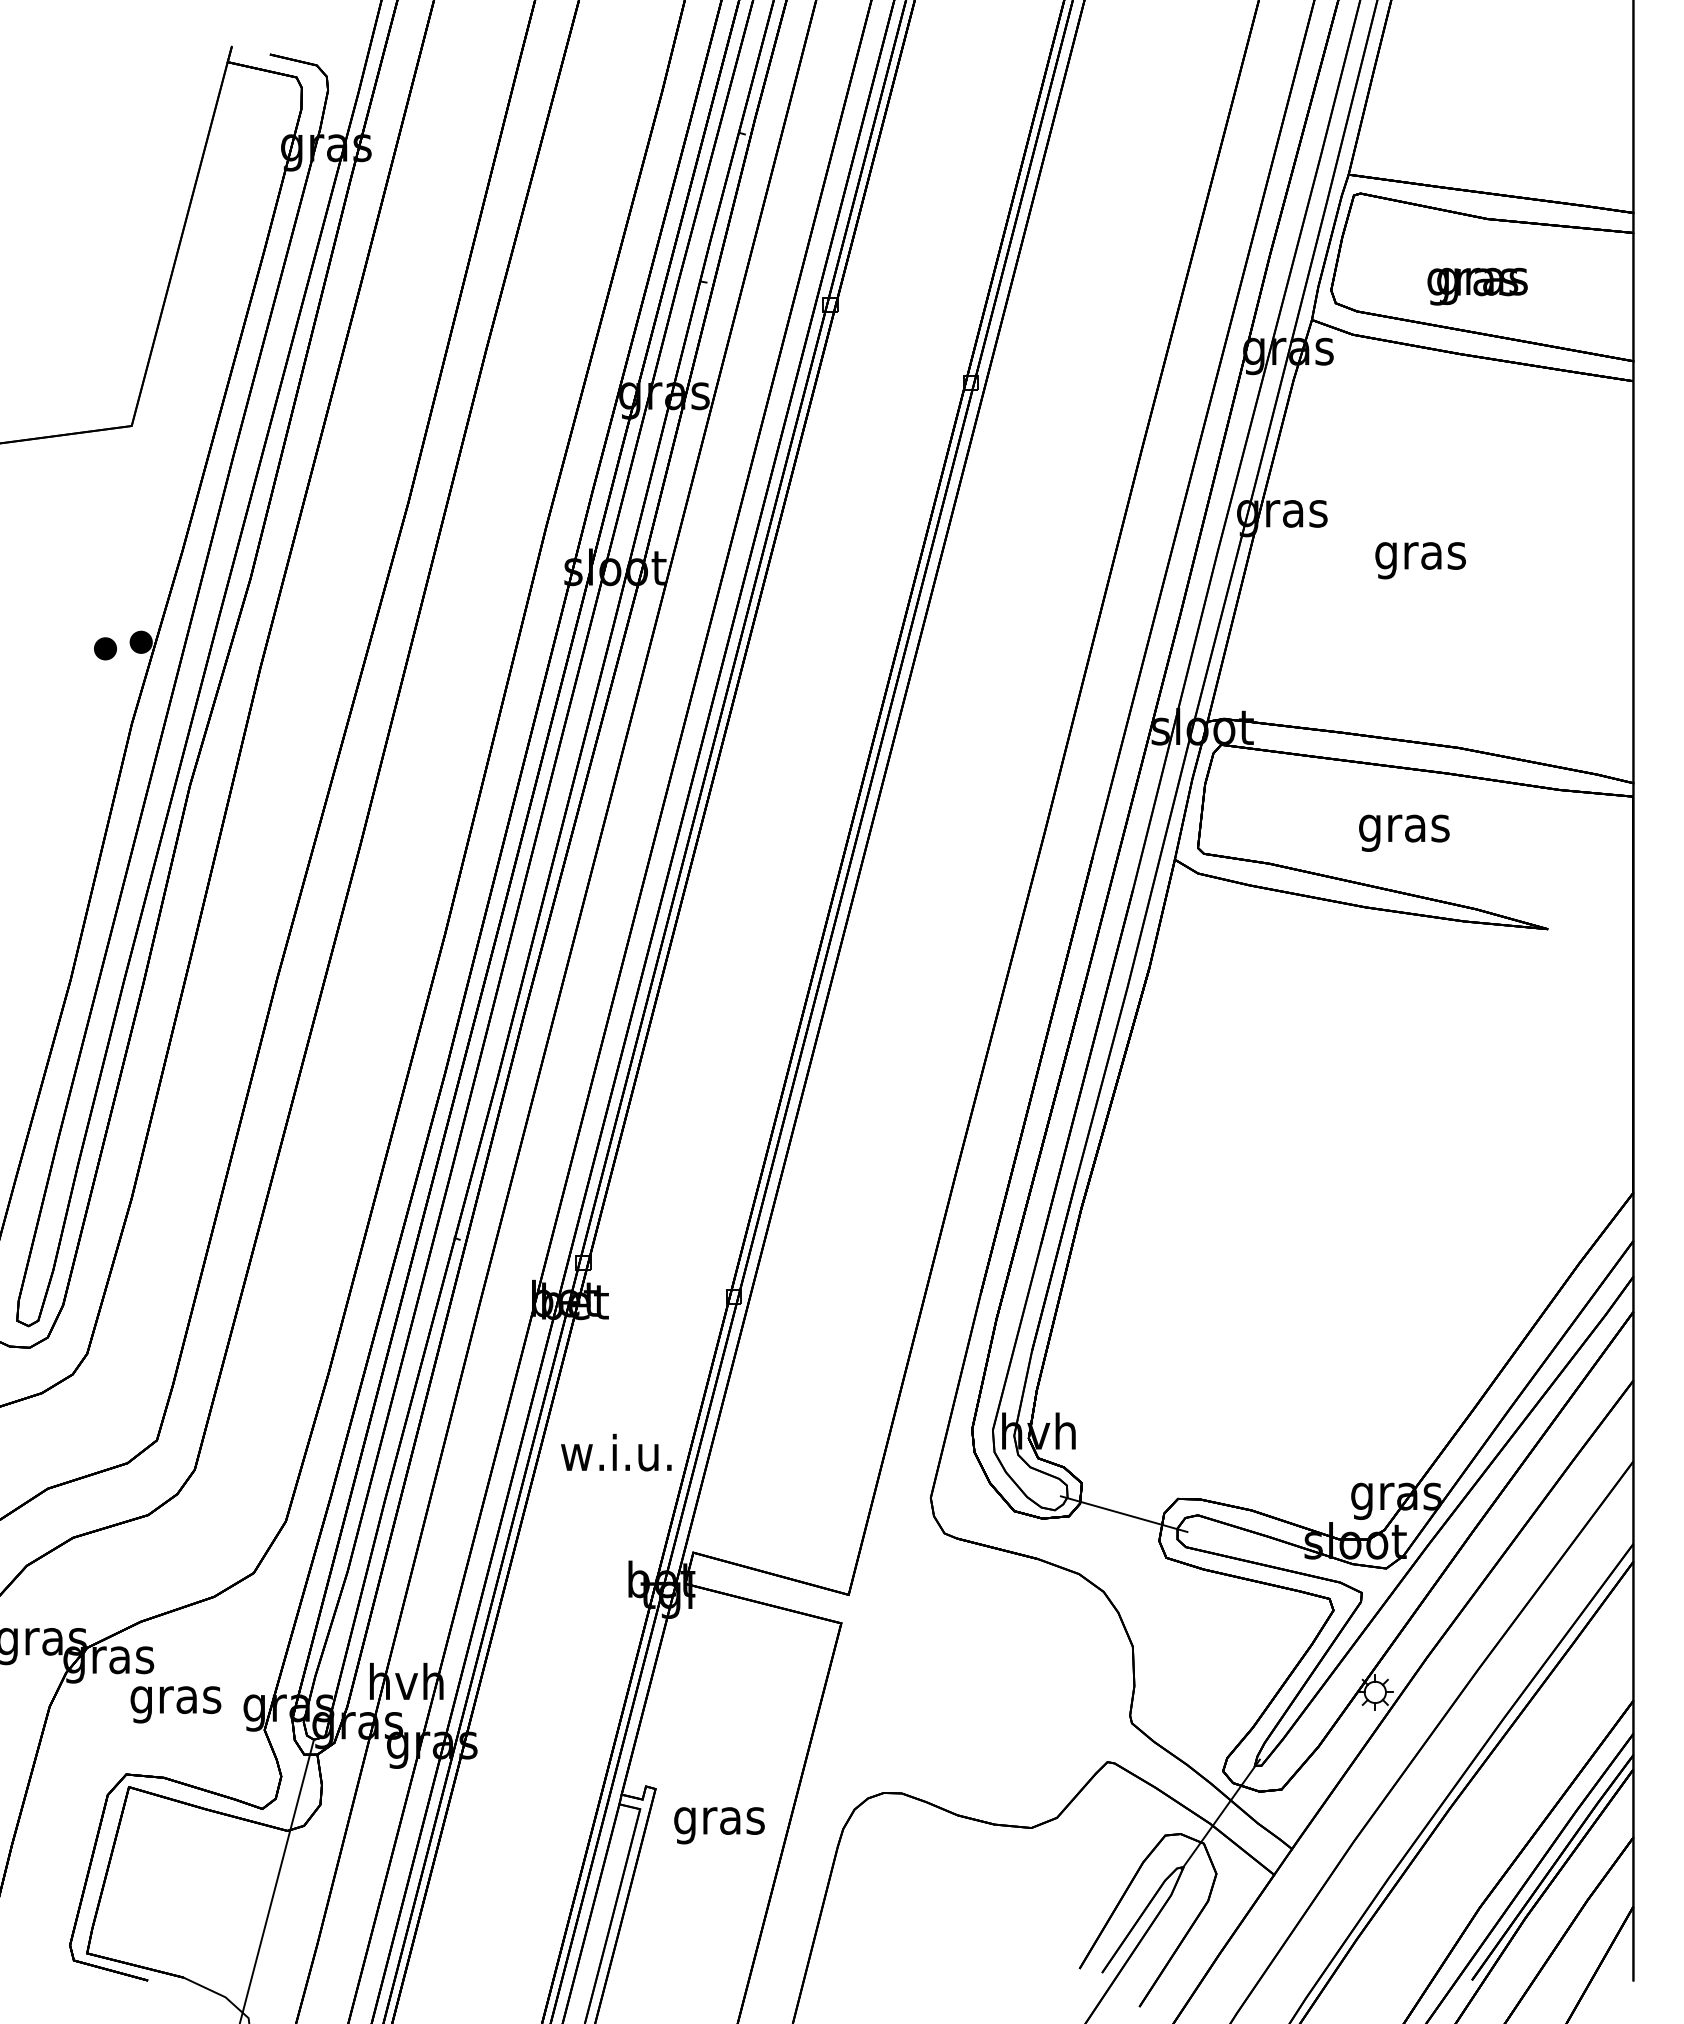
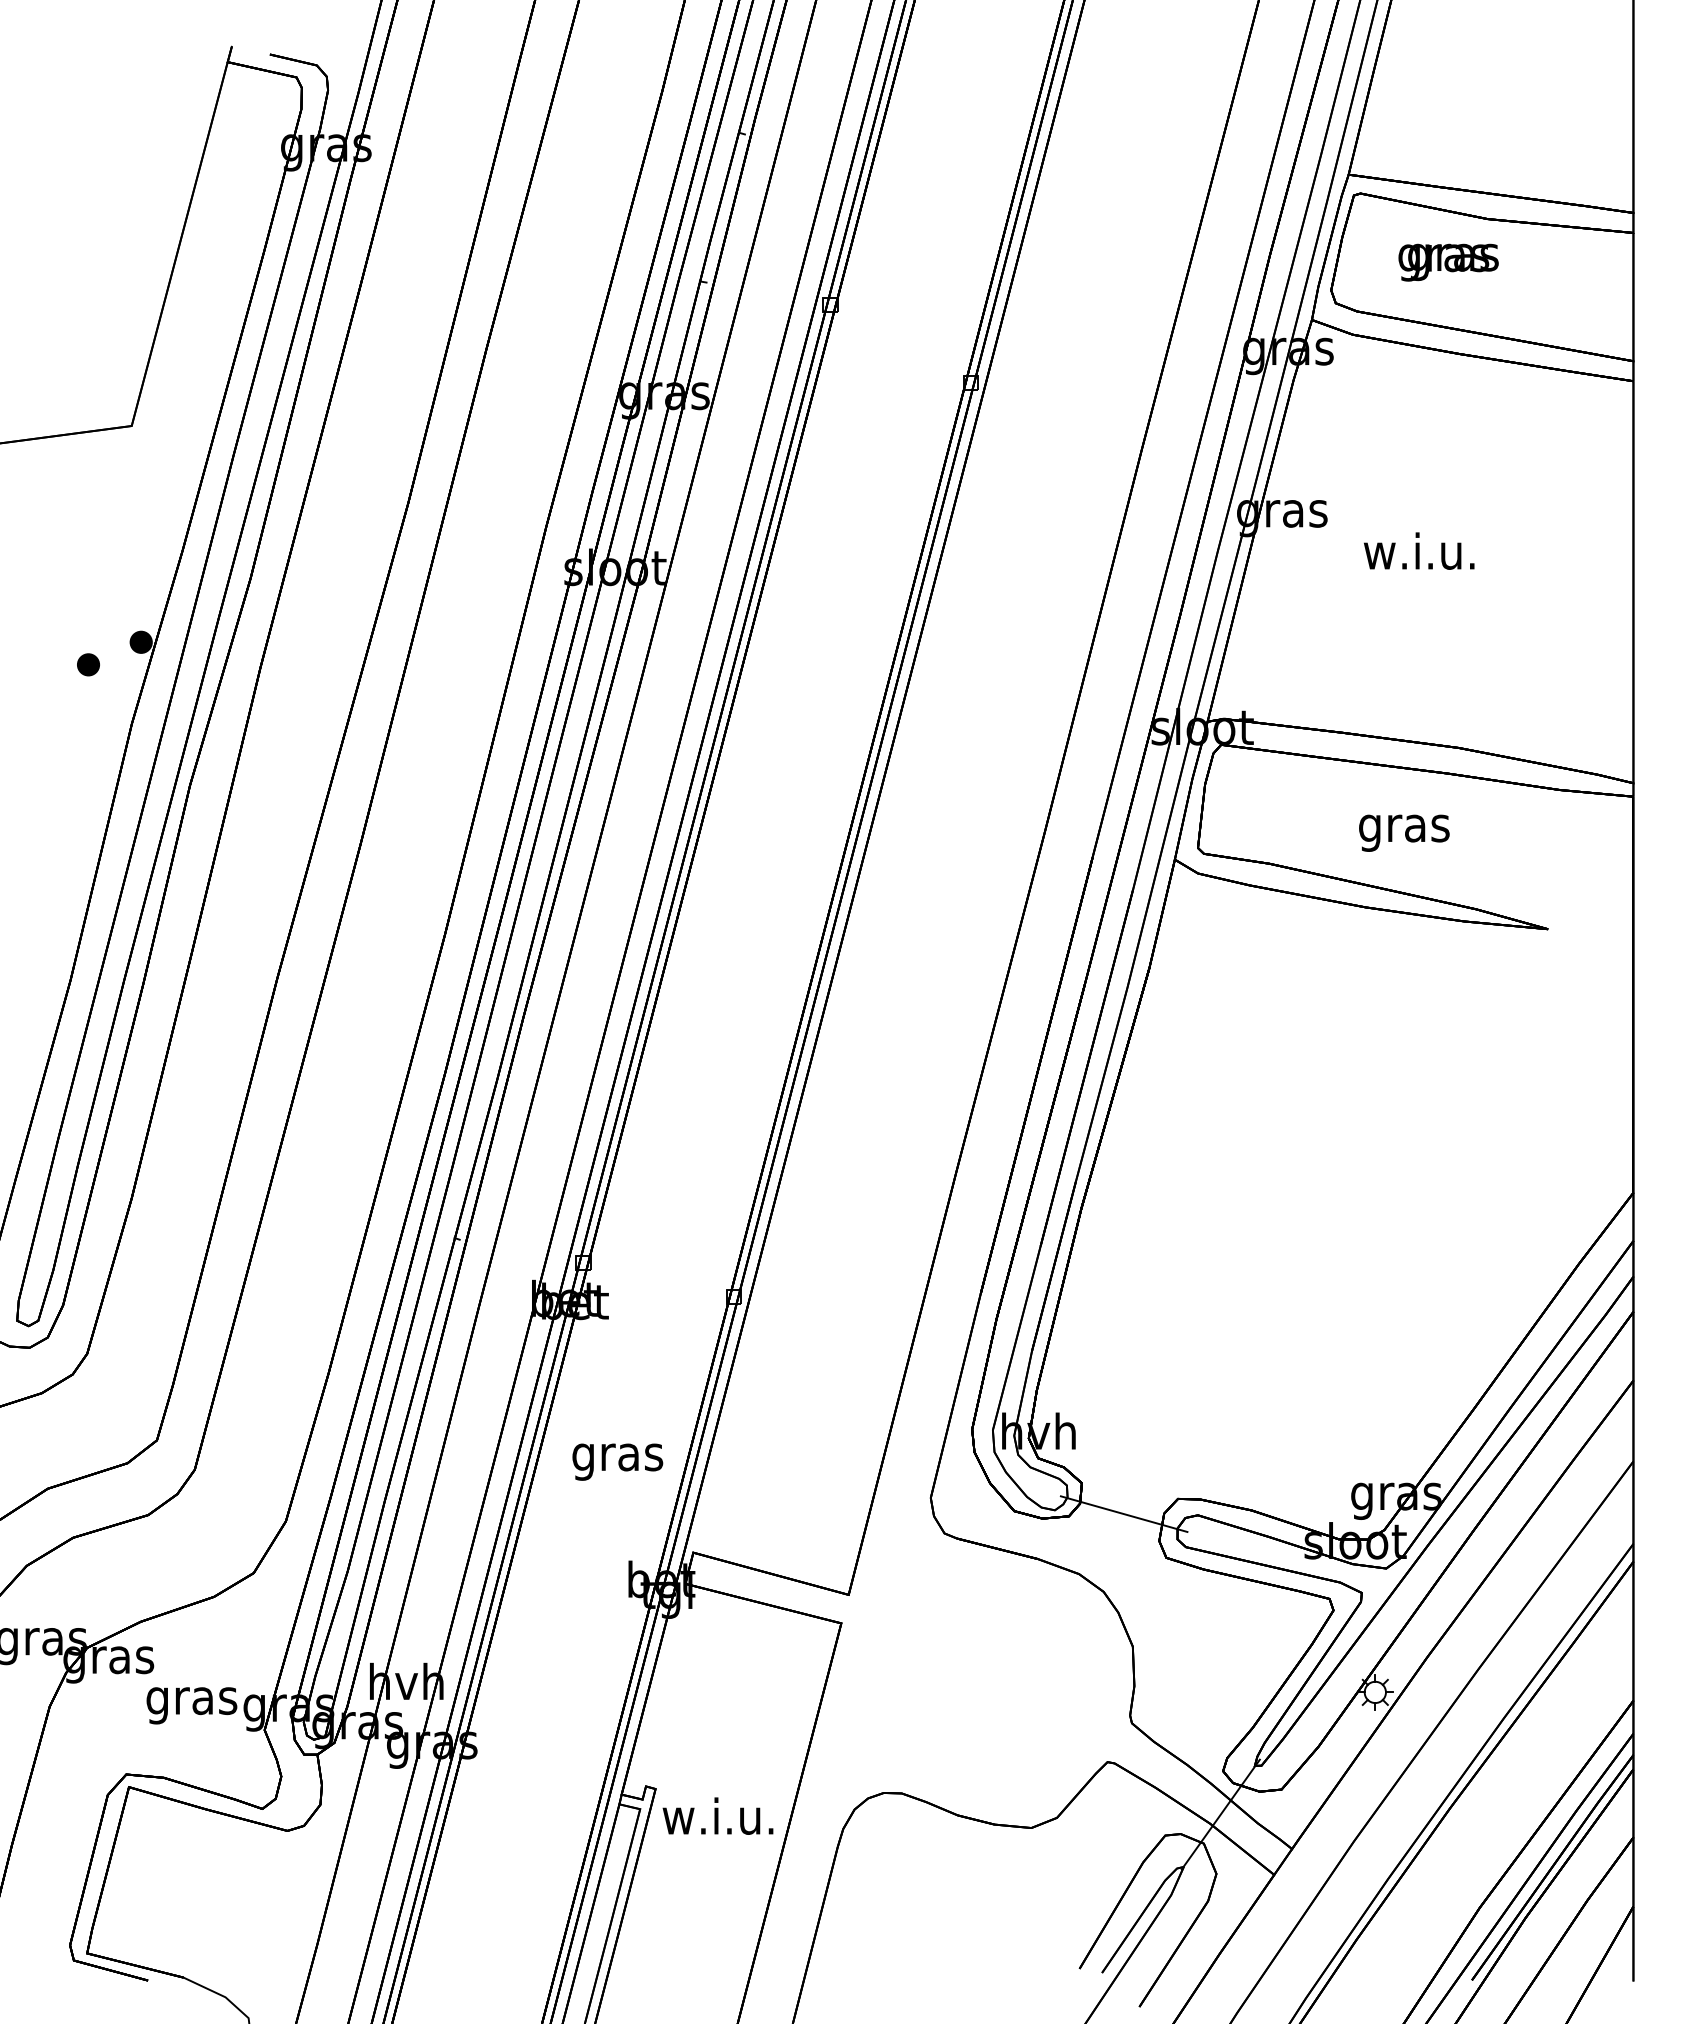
text at (1477, 286) position: (1477, 286) -> (1448, 262)
text at (1419, 555): gras -> w.i.u.
part at (105, 648) position: (105, 648) -> (88, 664)
text at (616, 1456): w.i.u. -> gras
text at (175, 1704) position: (175, 1704) -> (191, 1705)
text at (717, 1820): gras -> w.i.u.
line at (276, 1879): present -> none
